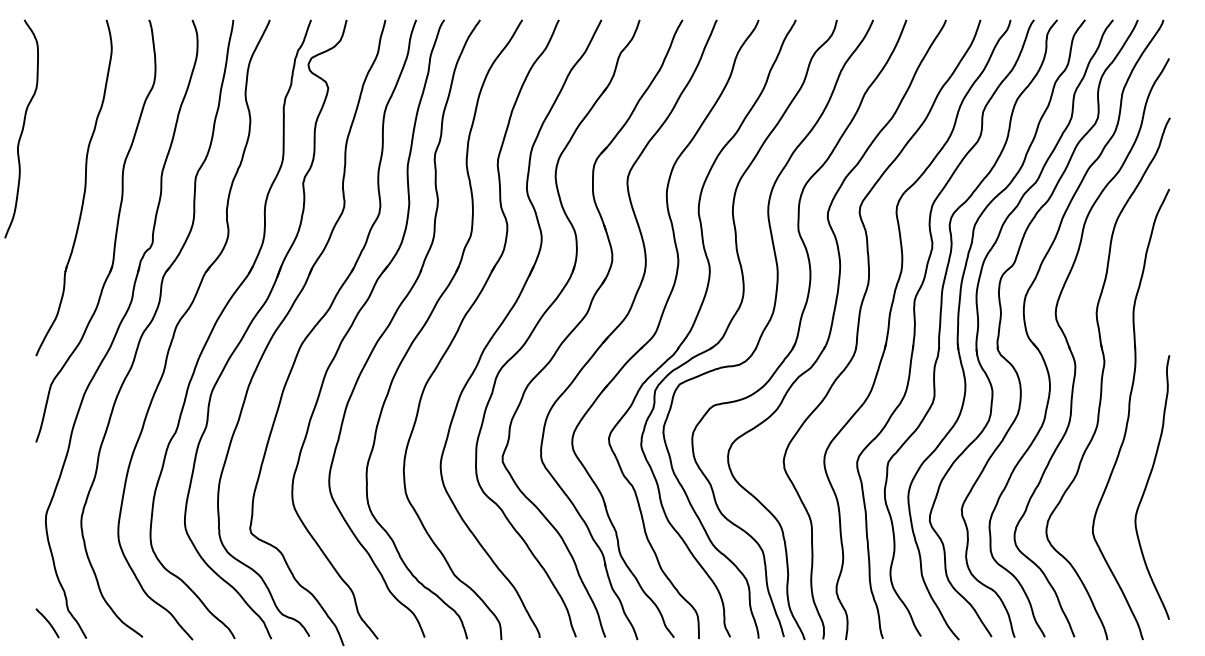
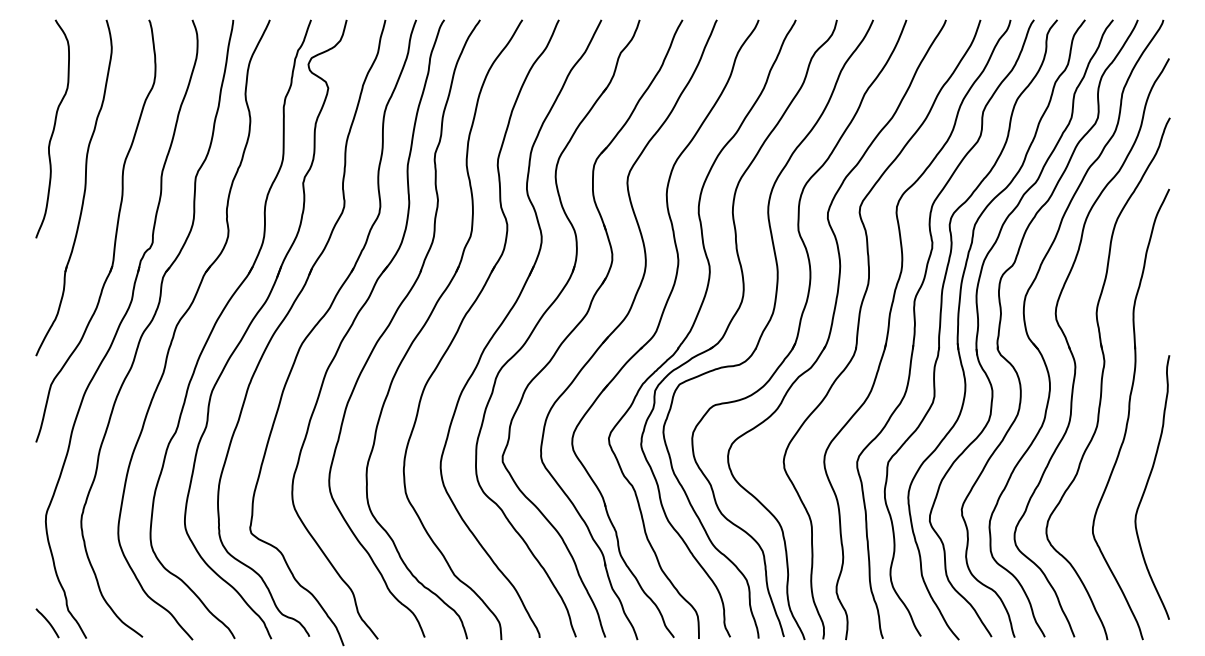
curve at (22, 128) position: (22, 128) -> (53, 128)
